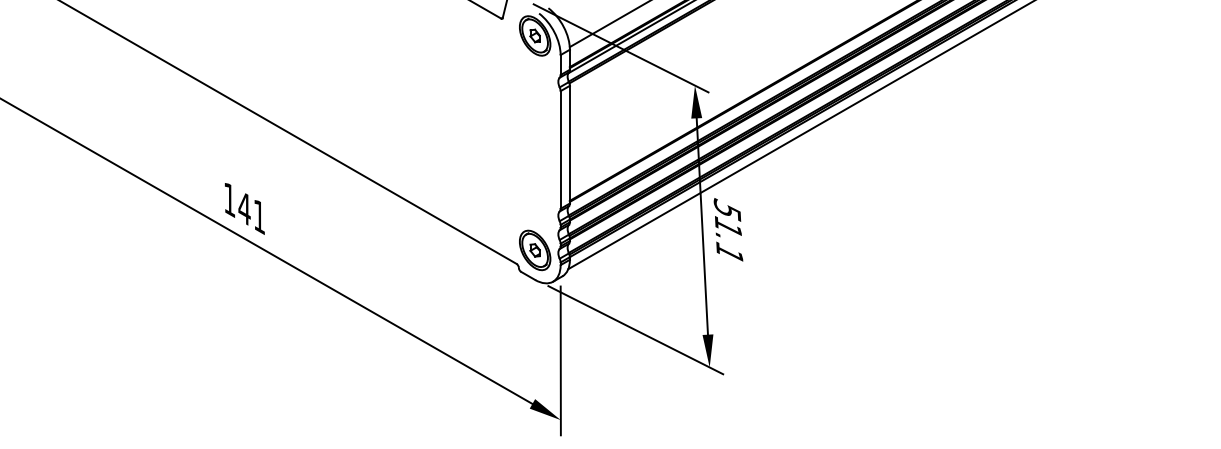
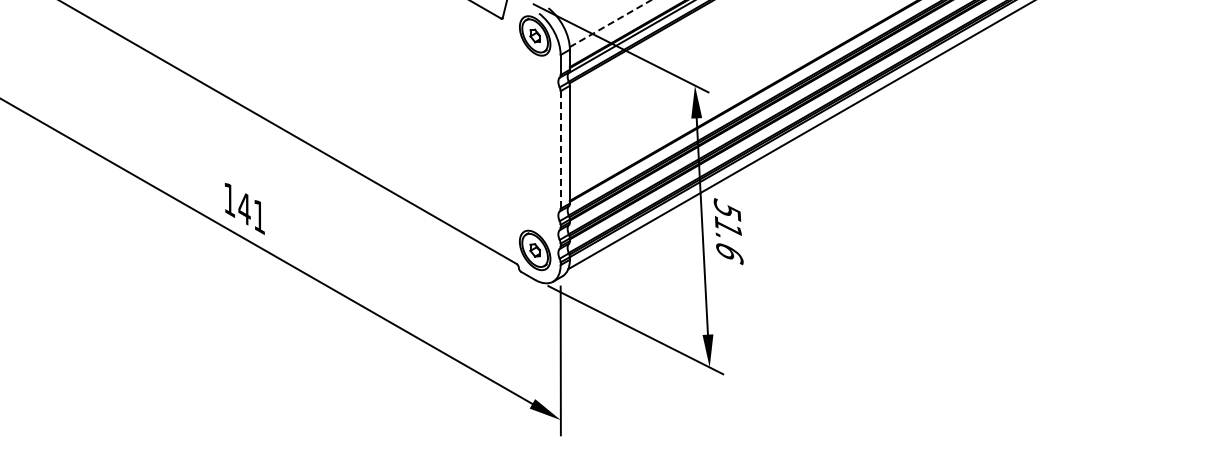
line at (610, 23): solid -> dashed
line at (560, 150): solid -> dashed
text at (729, 253): 51.1 -> 51.6
